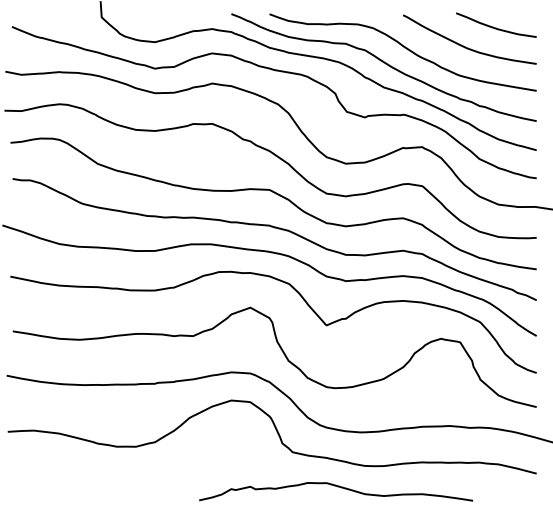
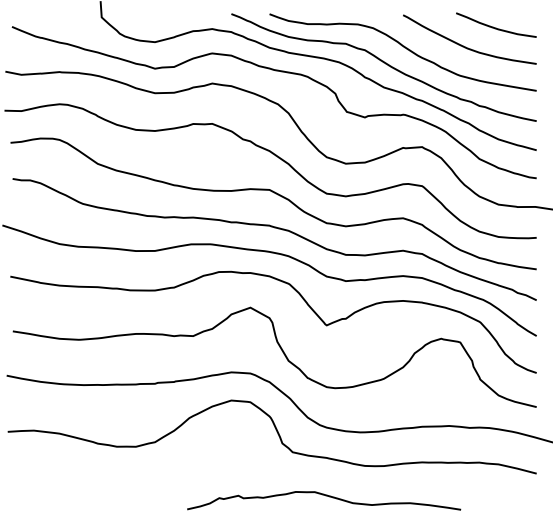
curve at (337, 487) position: (337, 487) -> (325, 496)
